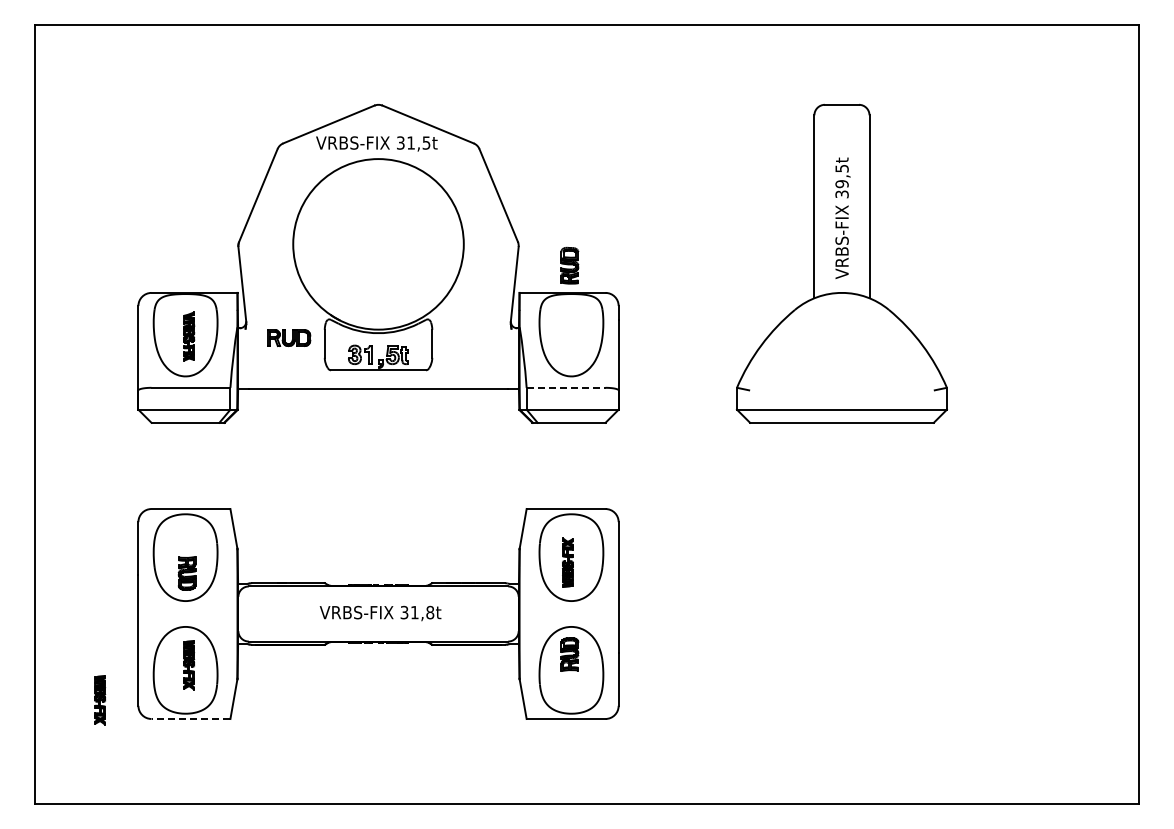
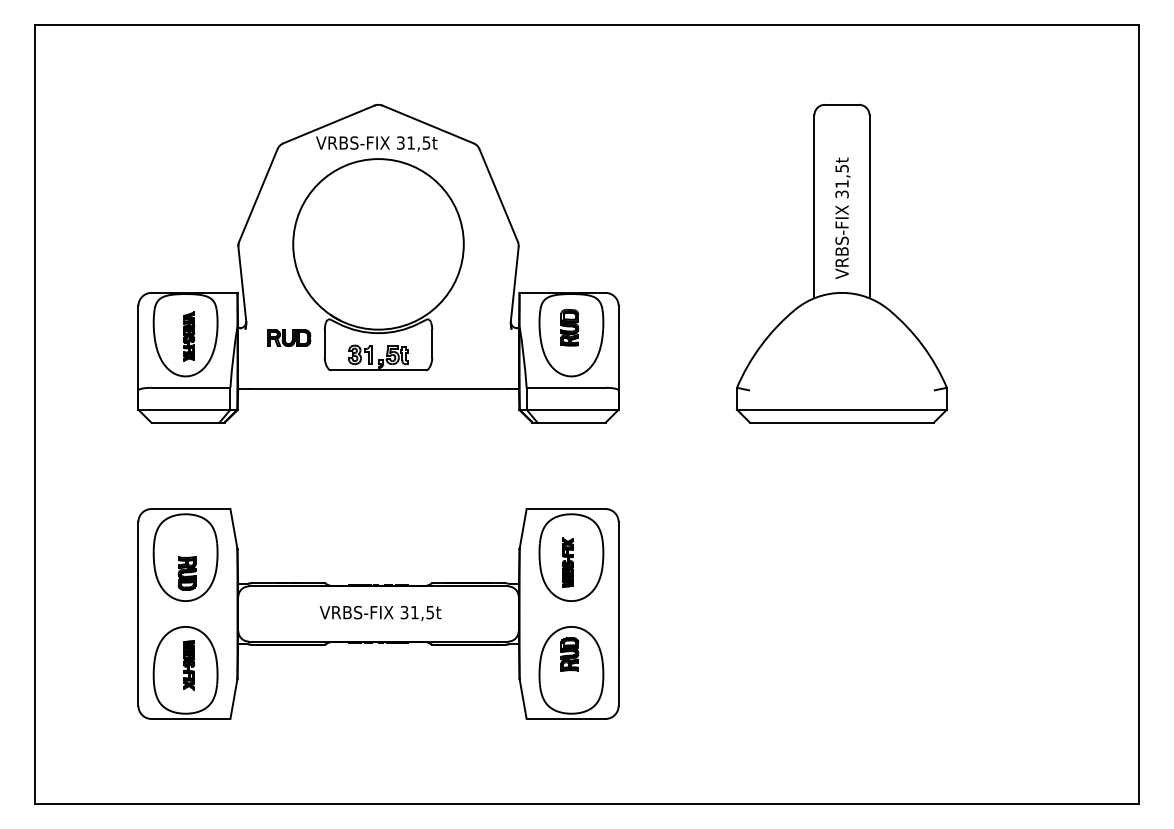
text at (841, 184): 39,5t -> 31,5t
part at (569, 265) position: (569, 265) -> (569, 327)
line at (566, 387): dashed -> solid
text at (430, 612): 31,8t -> 31,5t
part at (100, 700): present -> none
line at (190, 718): dashed -> solid
